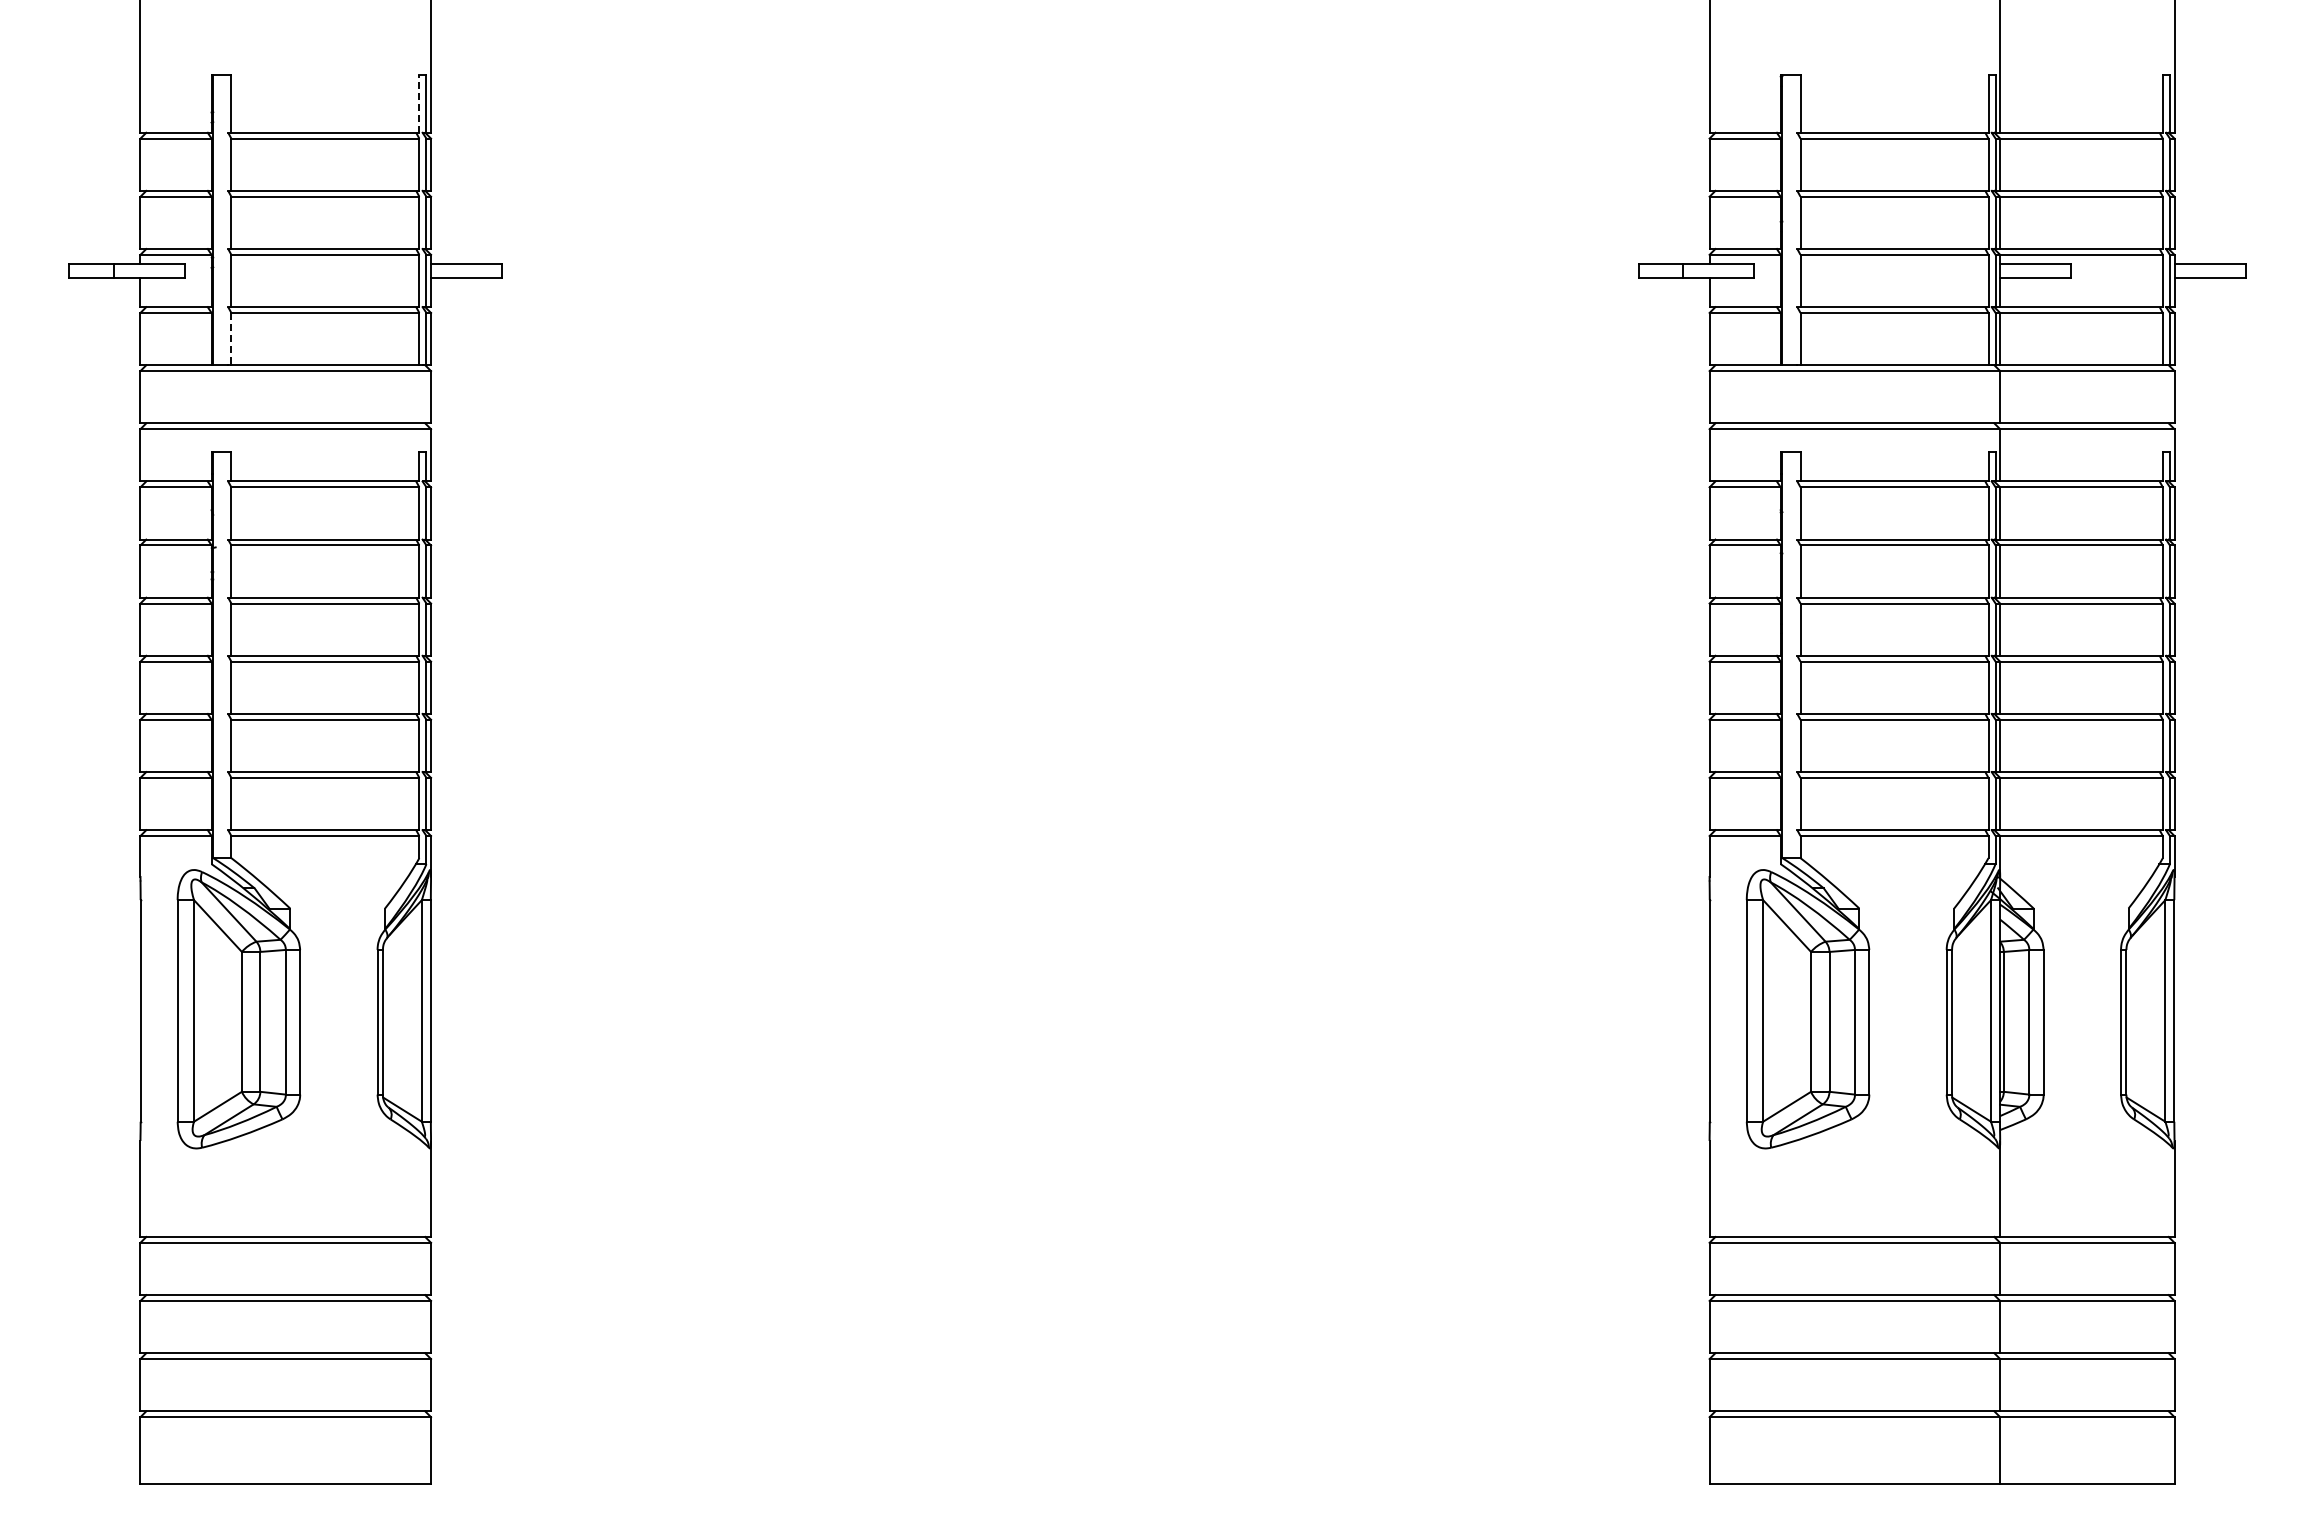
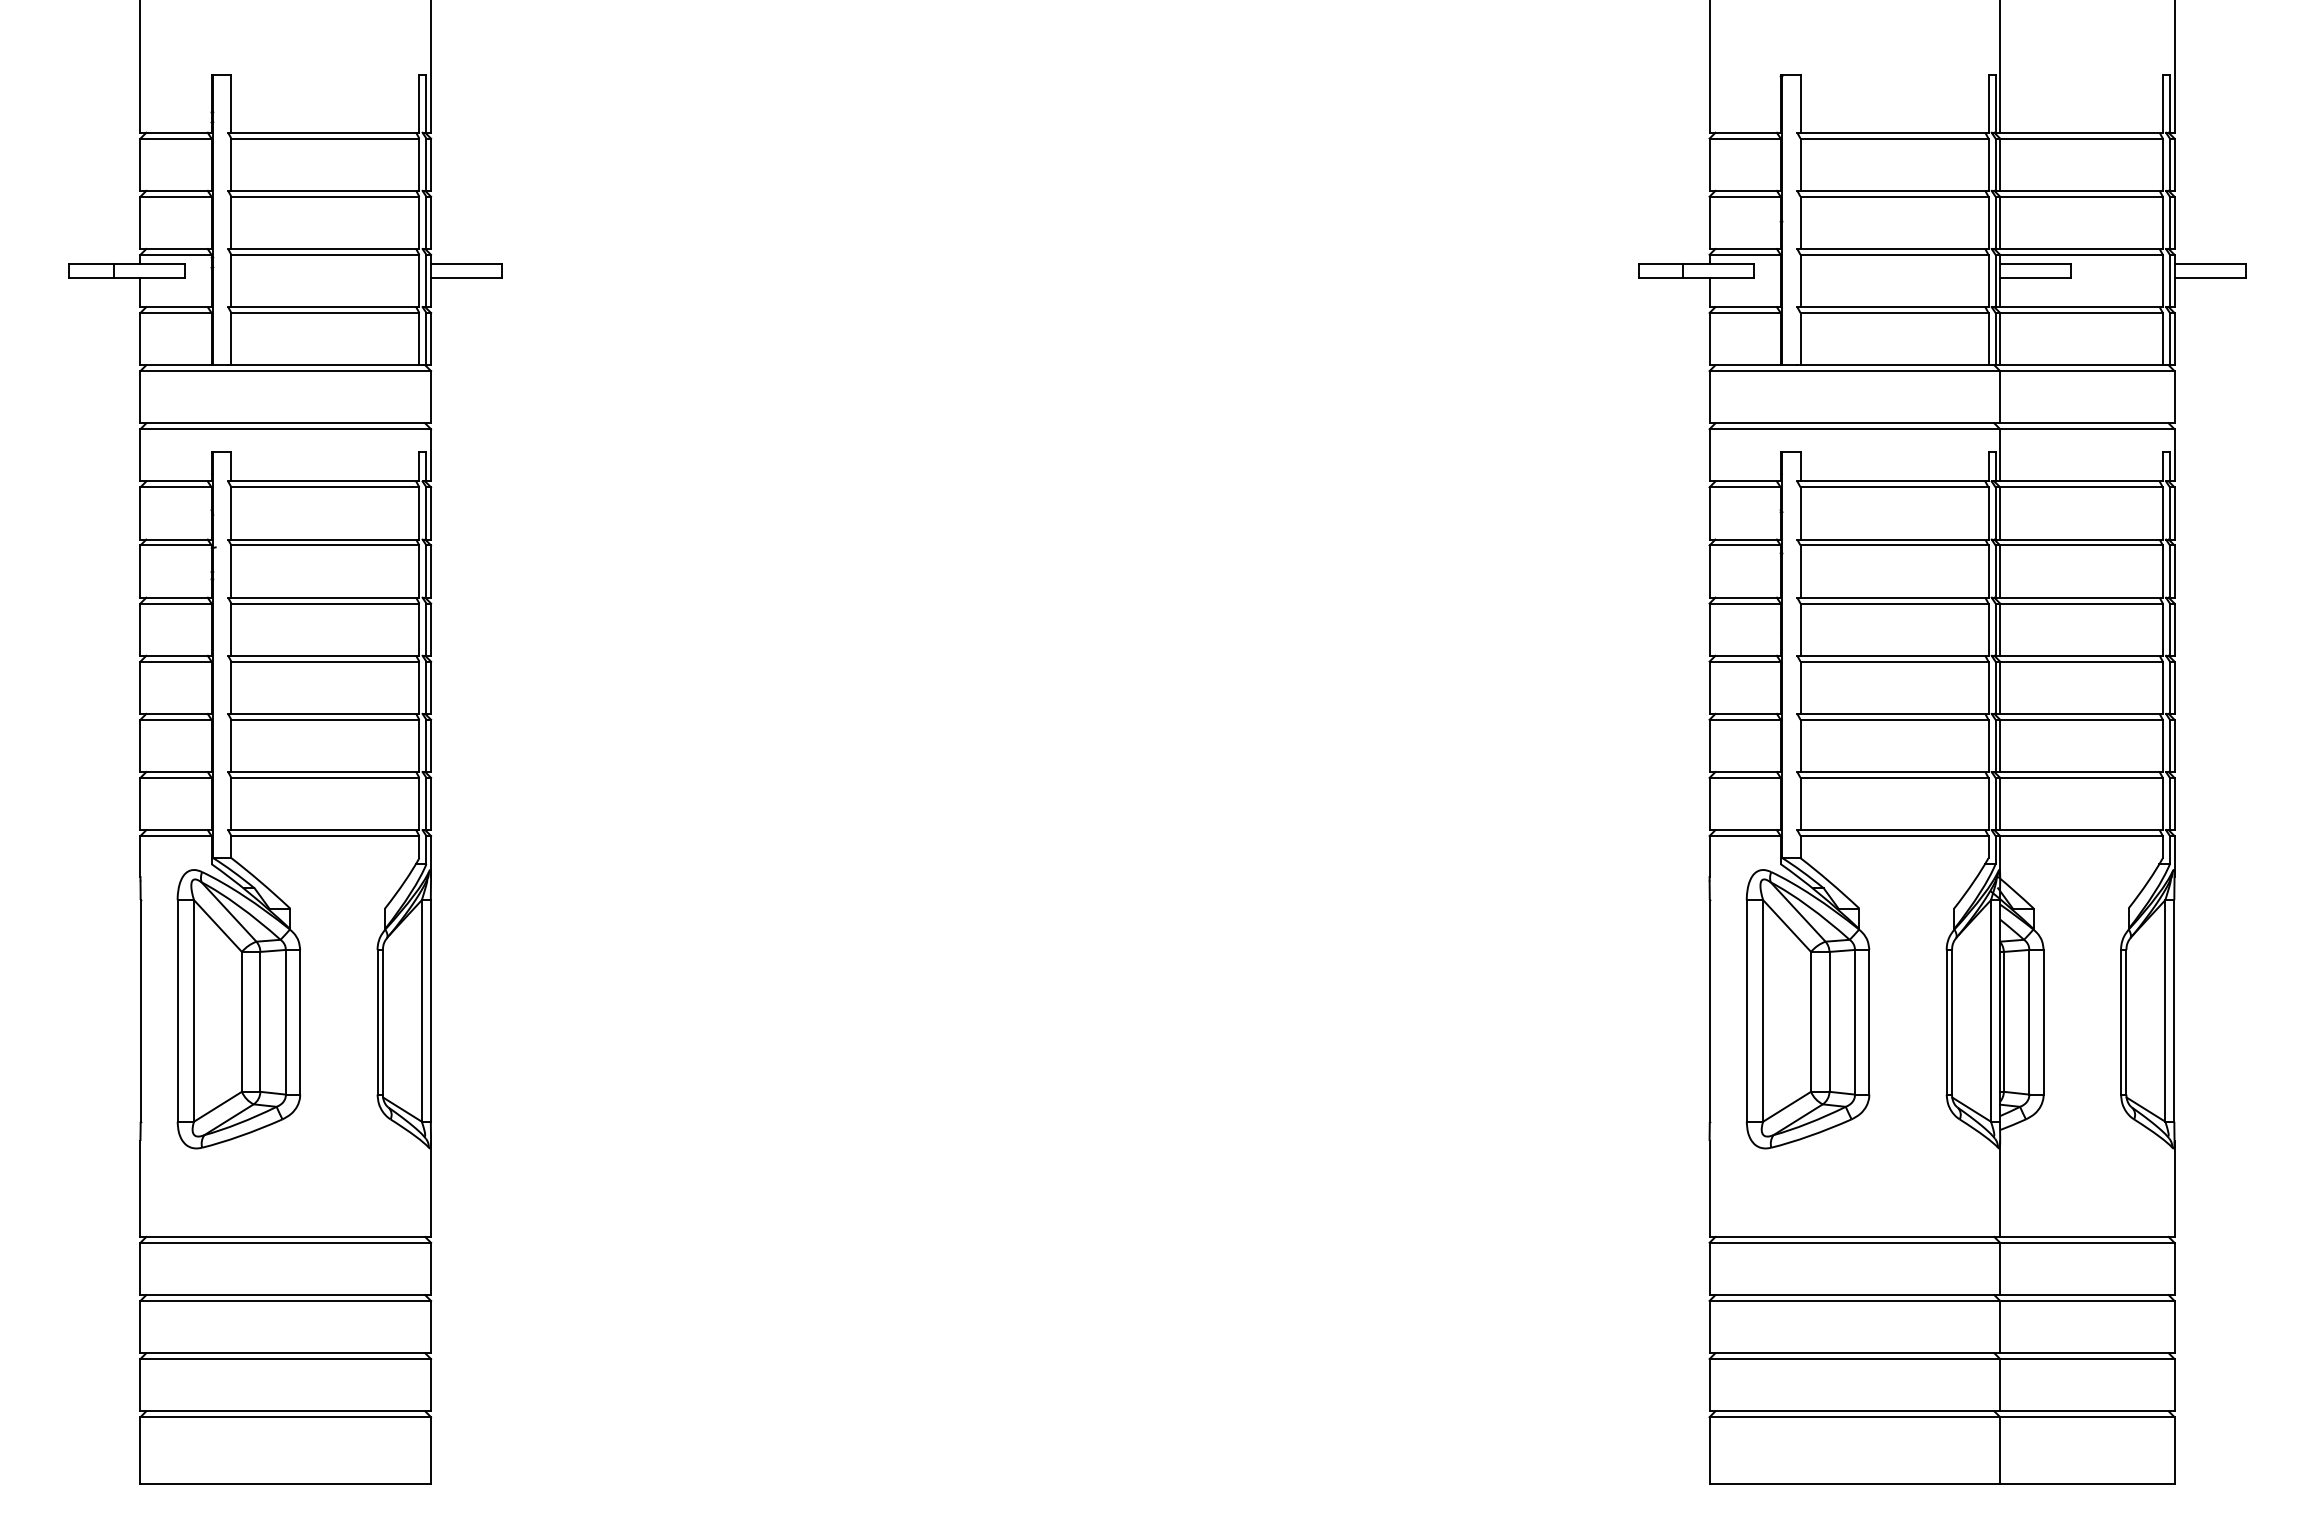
line at (419, 103): dashed -> solid
line at (231, 339): dashed -> solid
